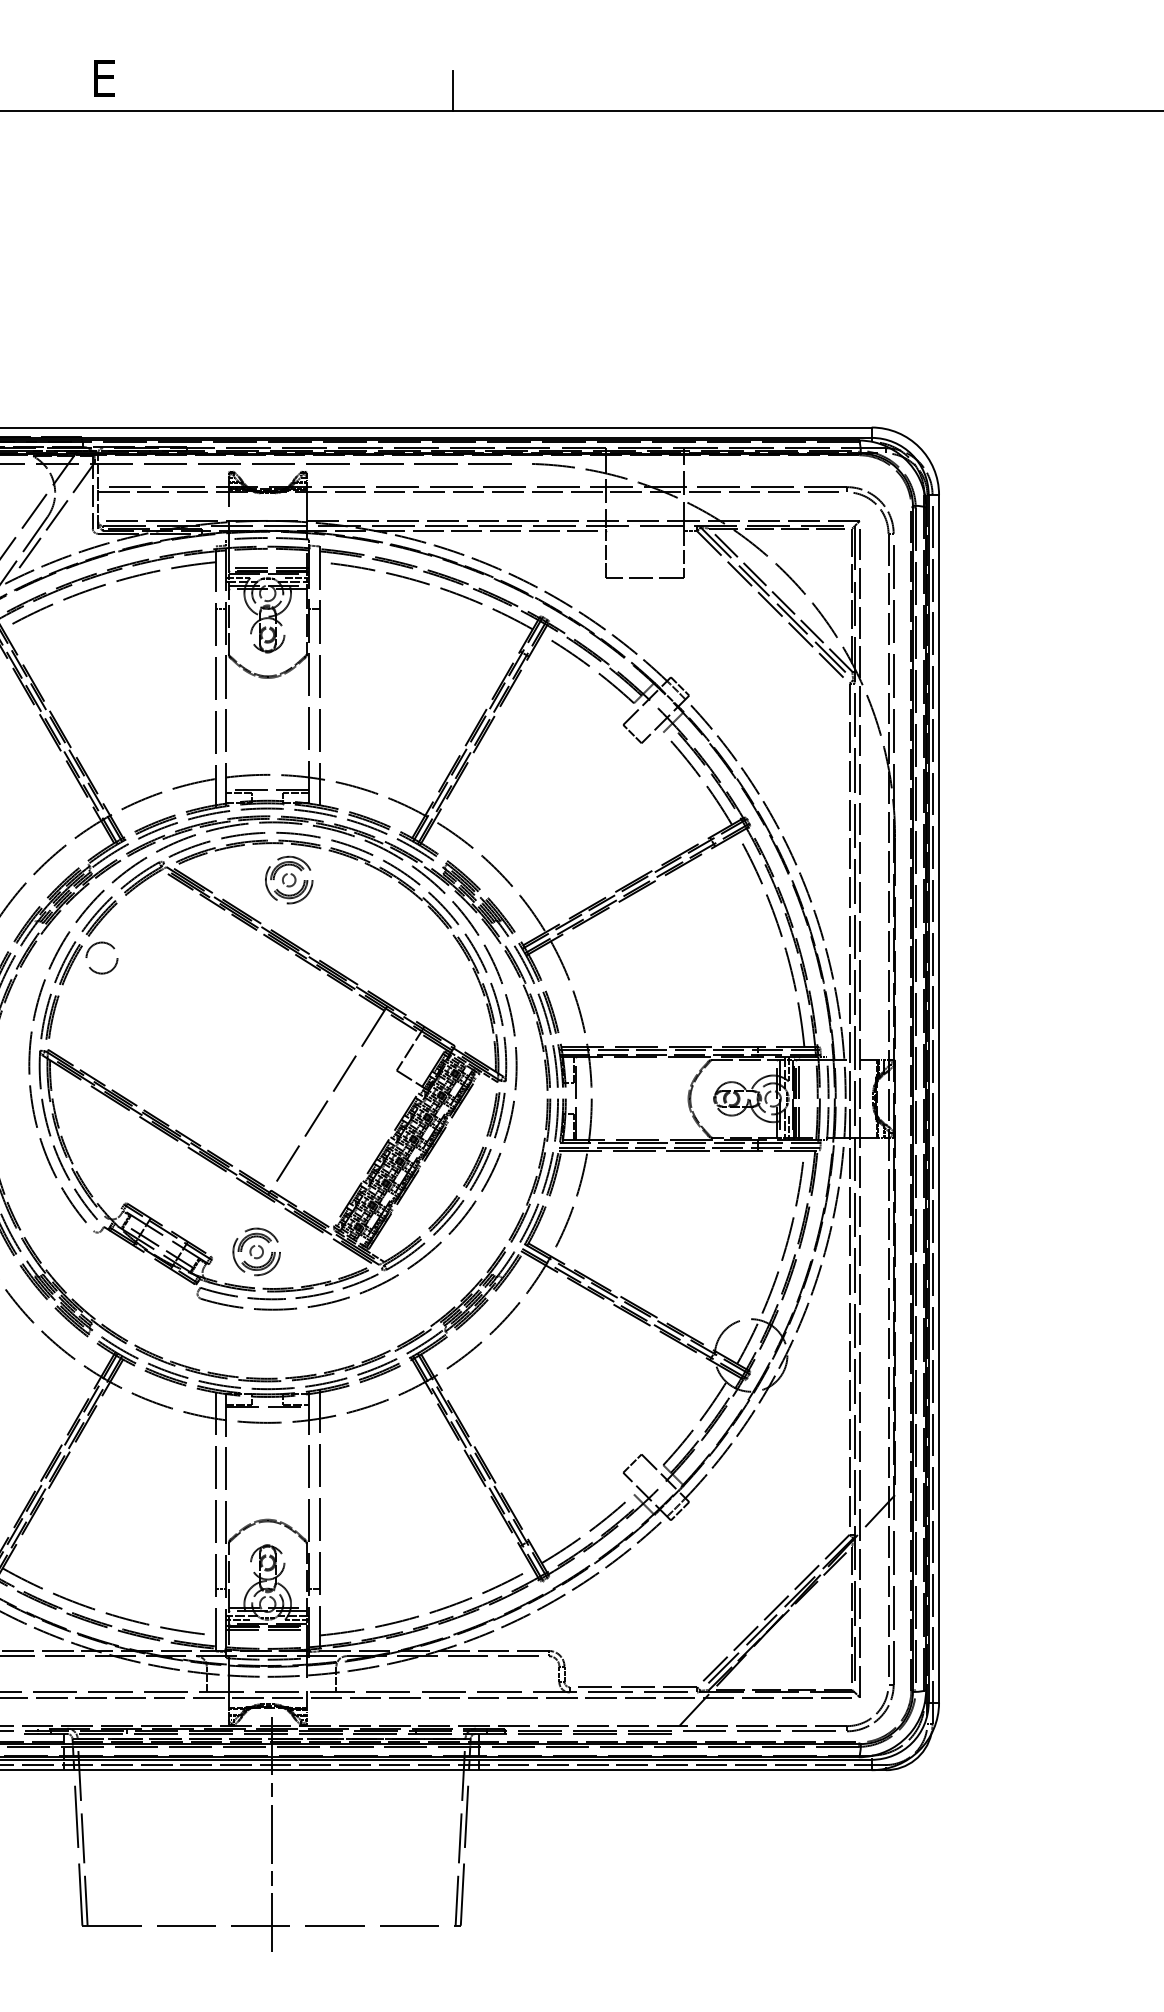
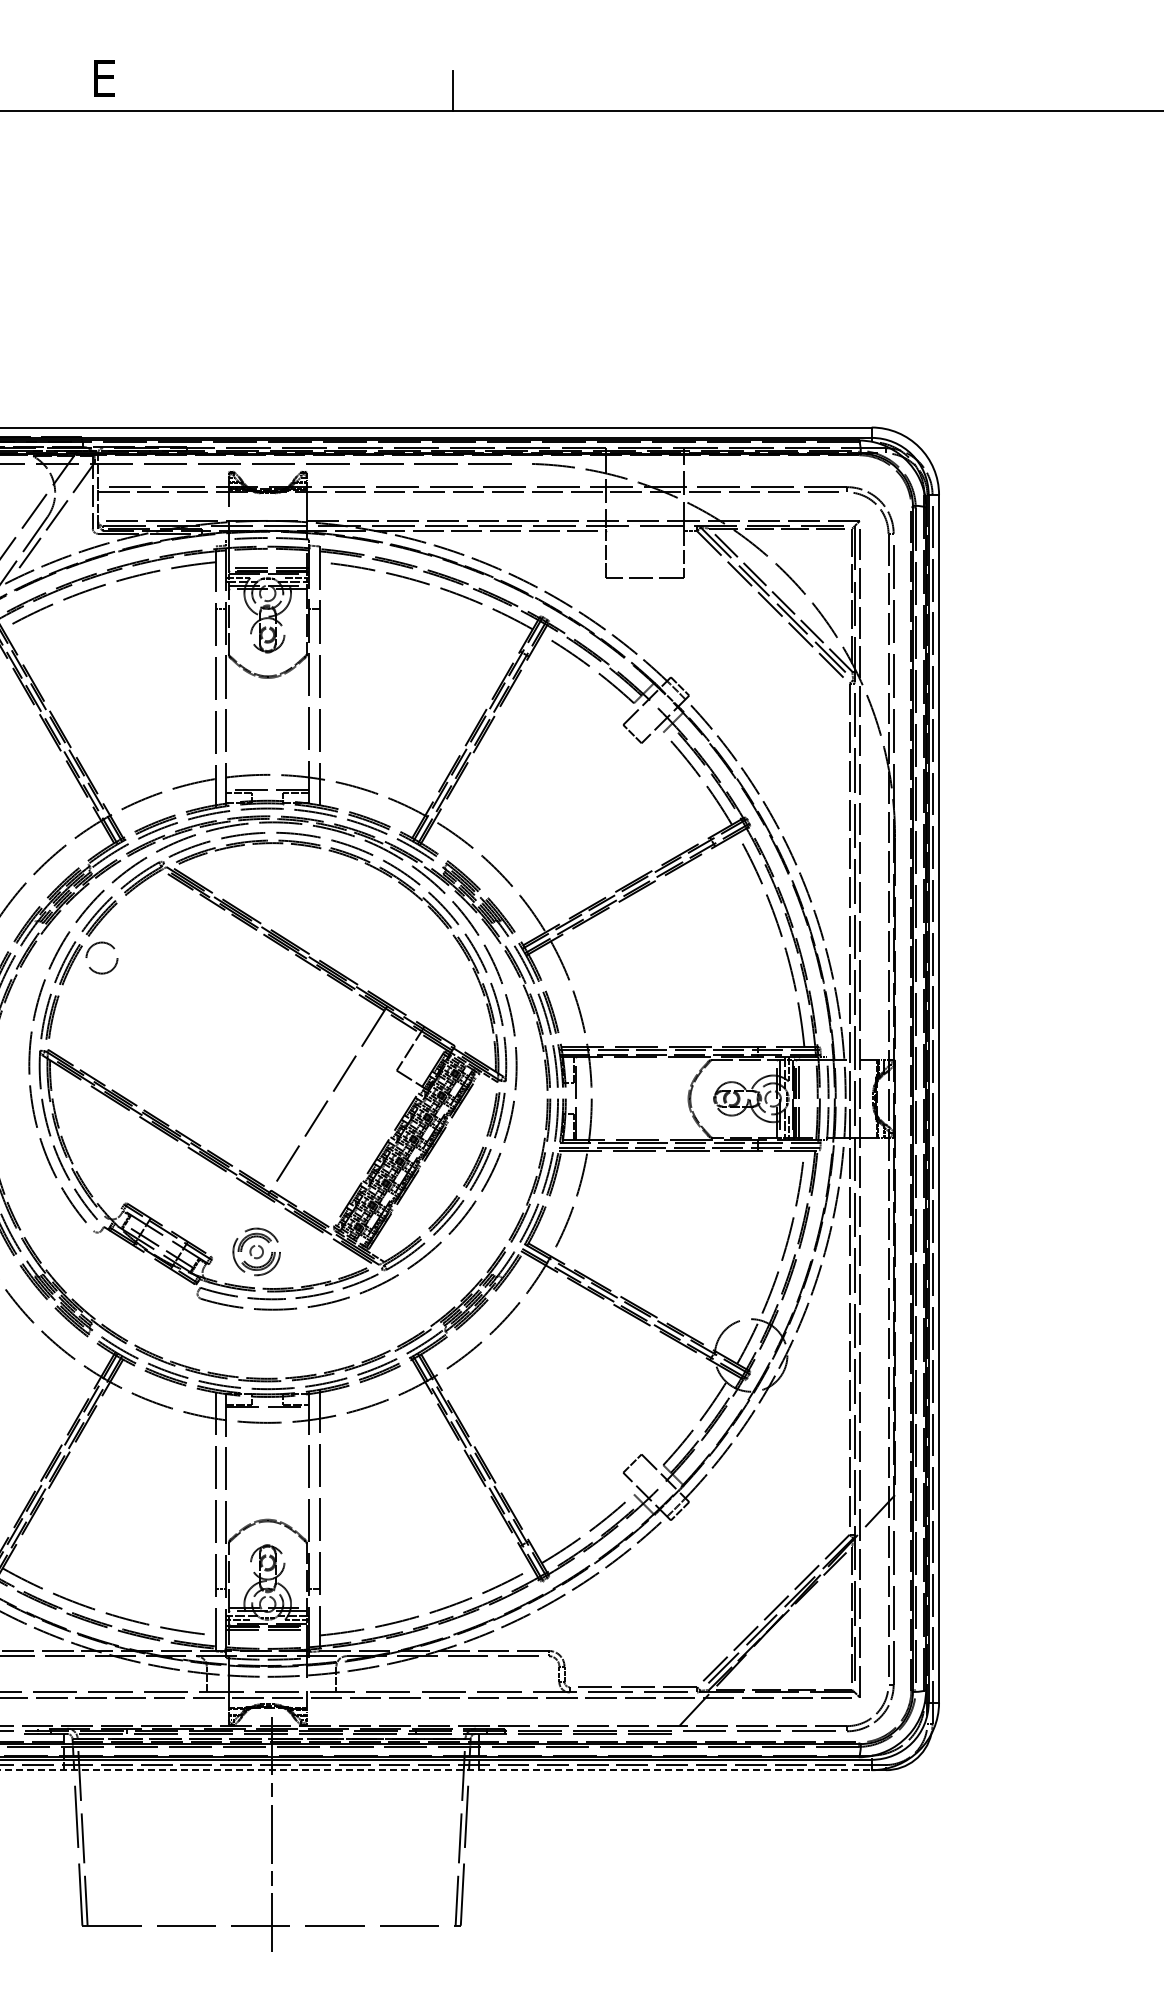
part at (289, 879): present -> none
line at (436, 1770): solid -> dashed
